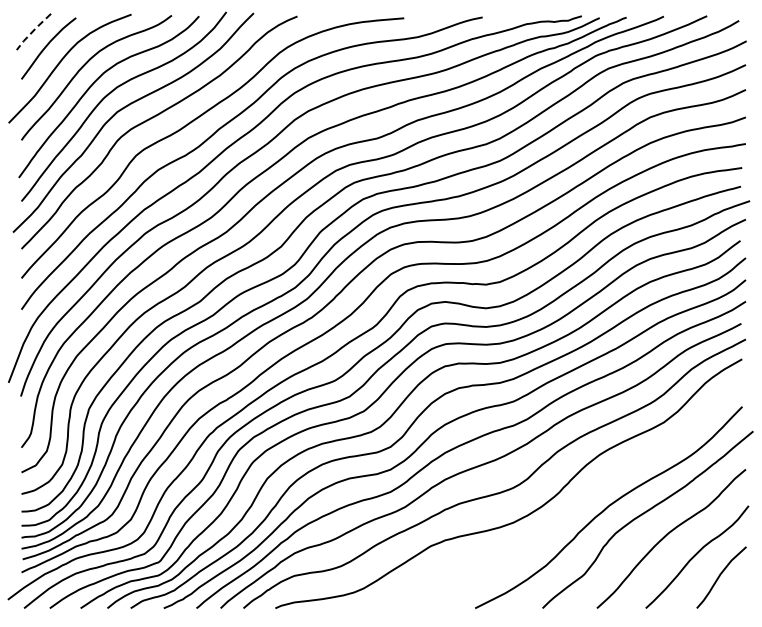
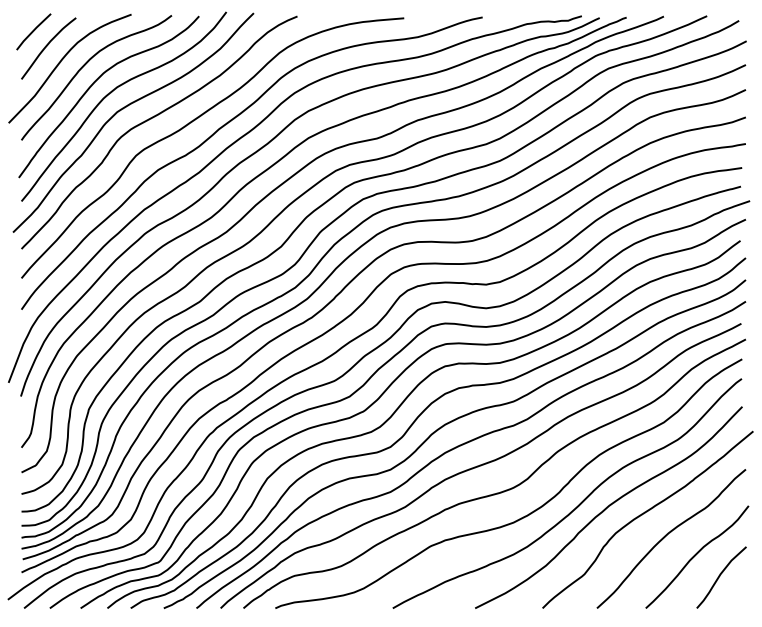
line at (32, 31): dashed -> solid
curve at (578, 504): none -> present
